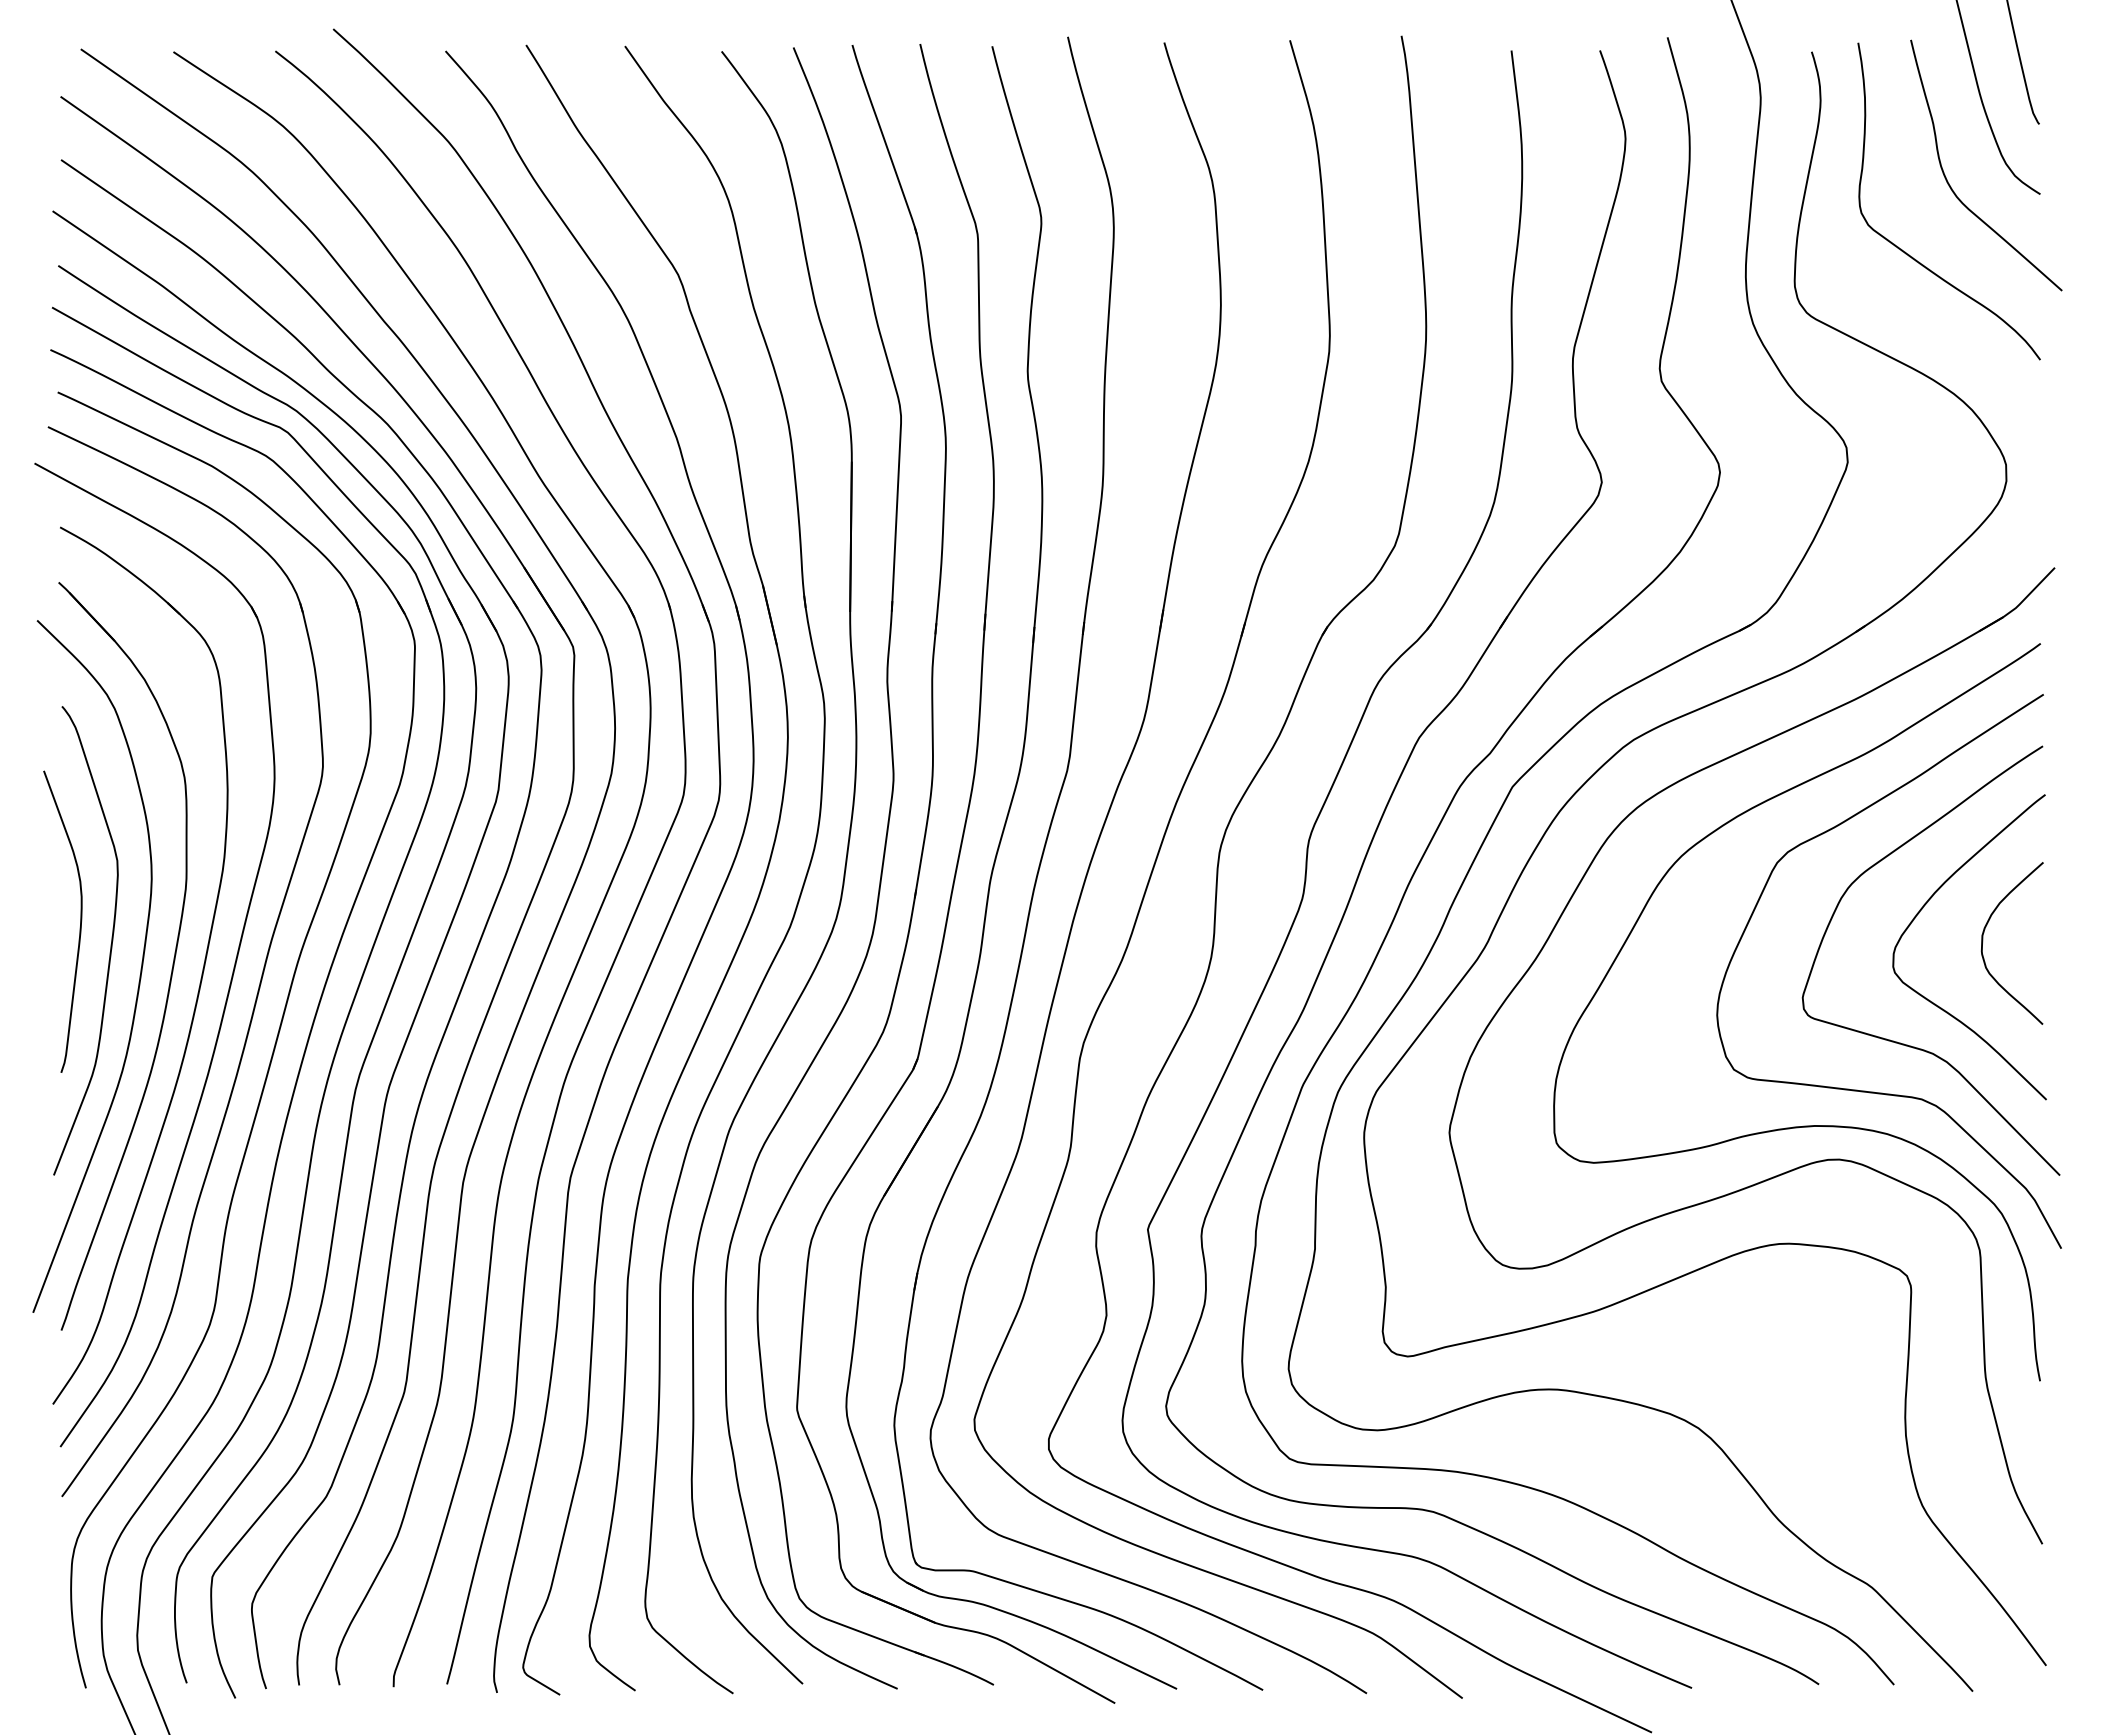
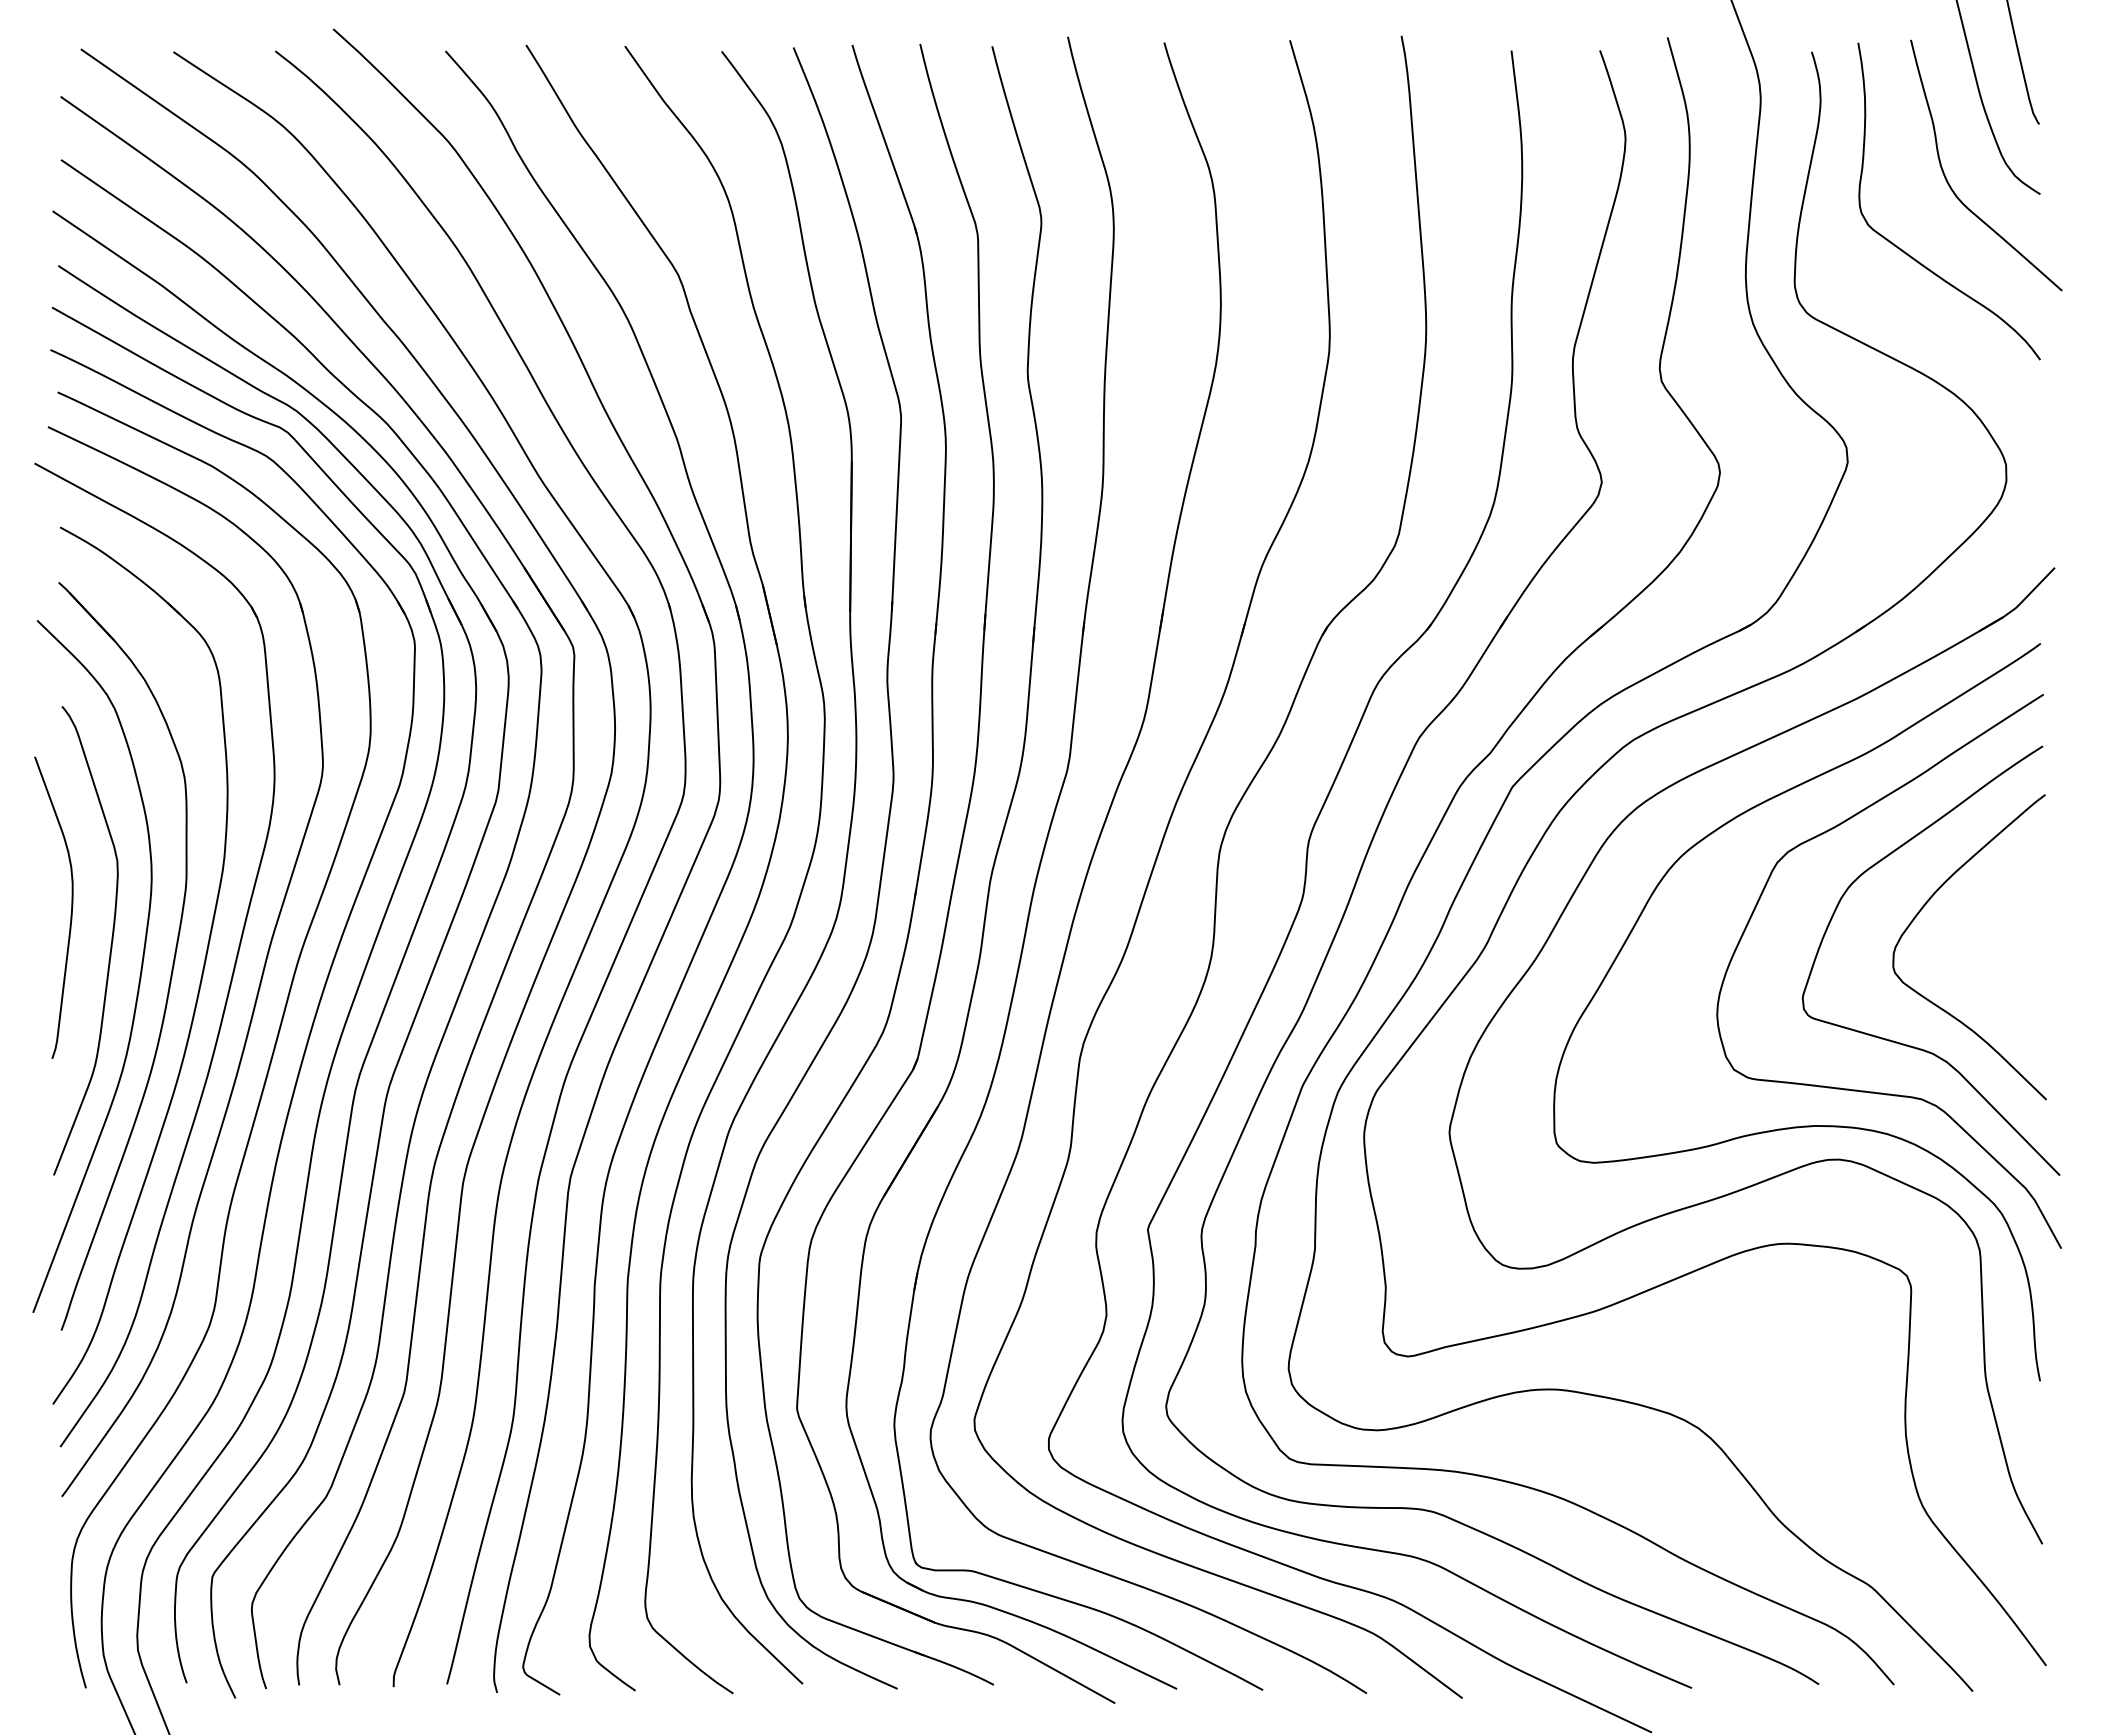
curve at (80, 921) position: (80, 921) -> (71, 907)
curve at (1983, 942): present -> none
